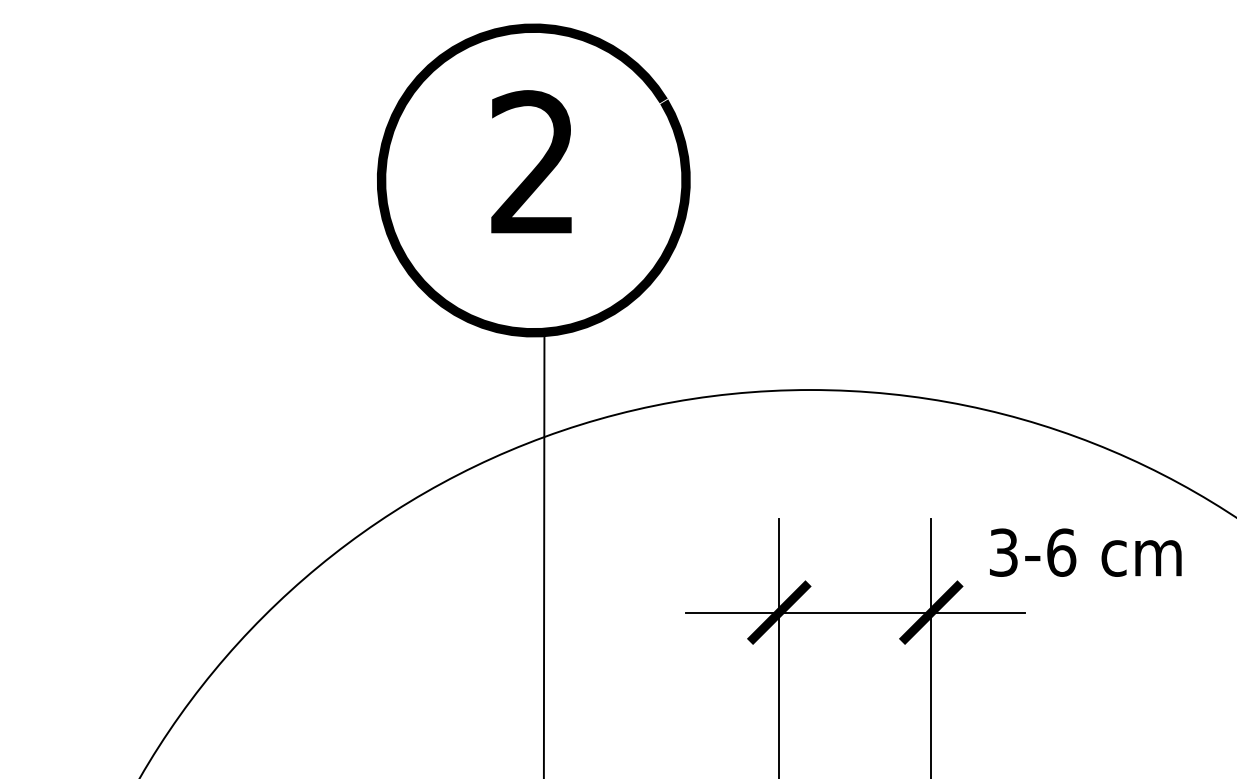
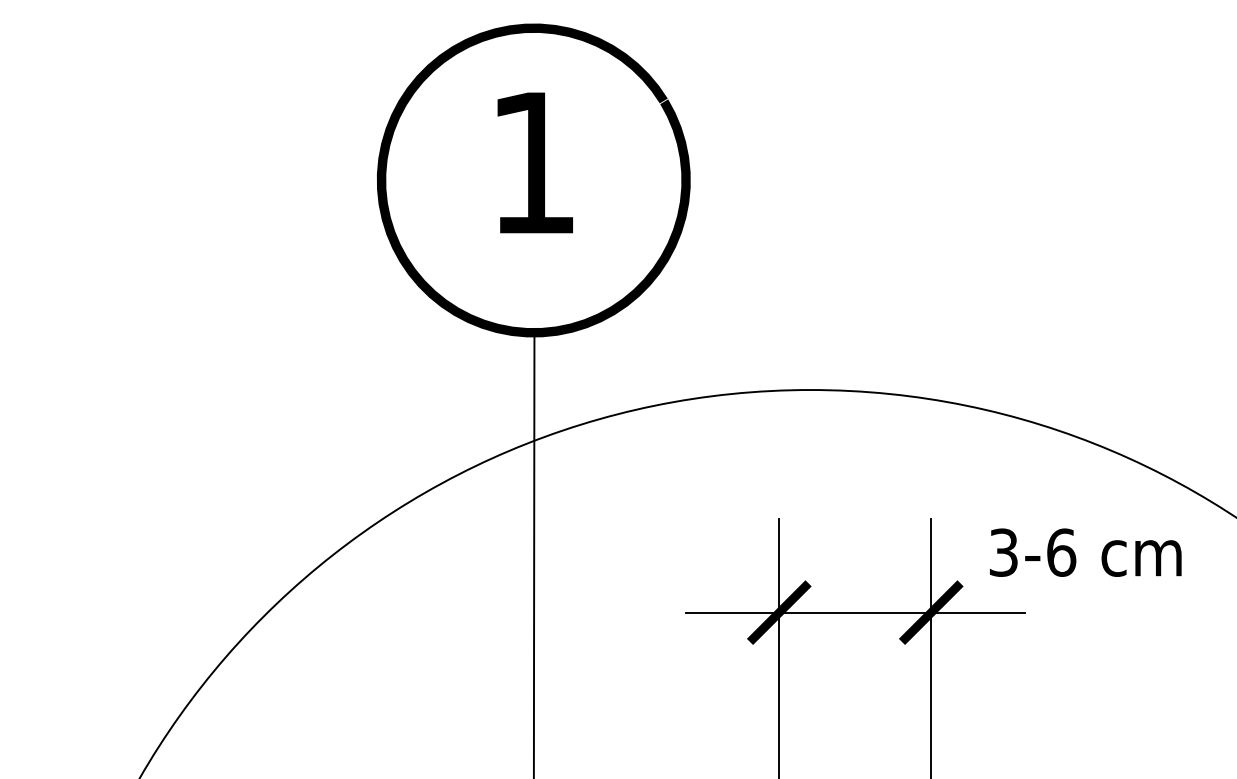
text at (531, 161): 2 -> 1
line at (543, 553) position: (543, 553) -> (533, 553)
